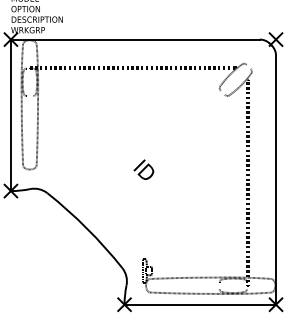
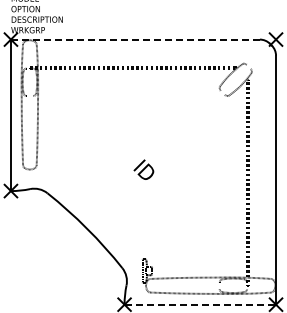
line at (134, 39): solid -> dashed
line at (200, 304): solid -> dashed
